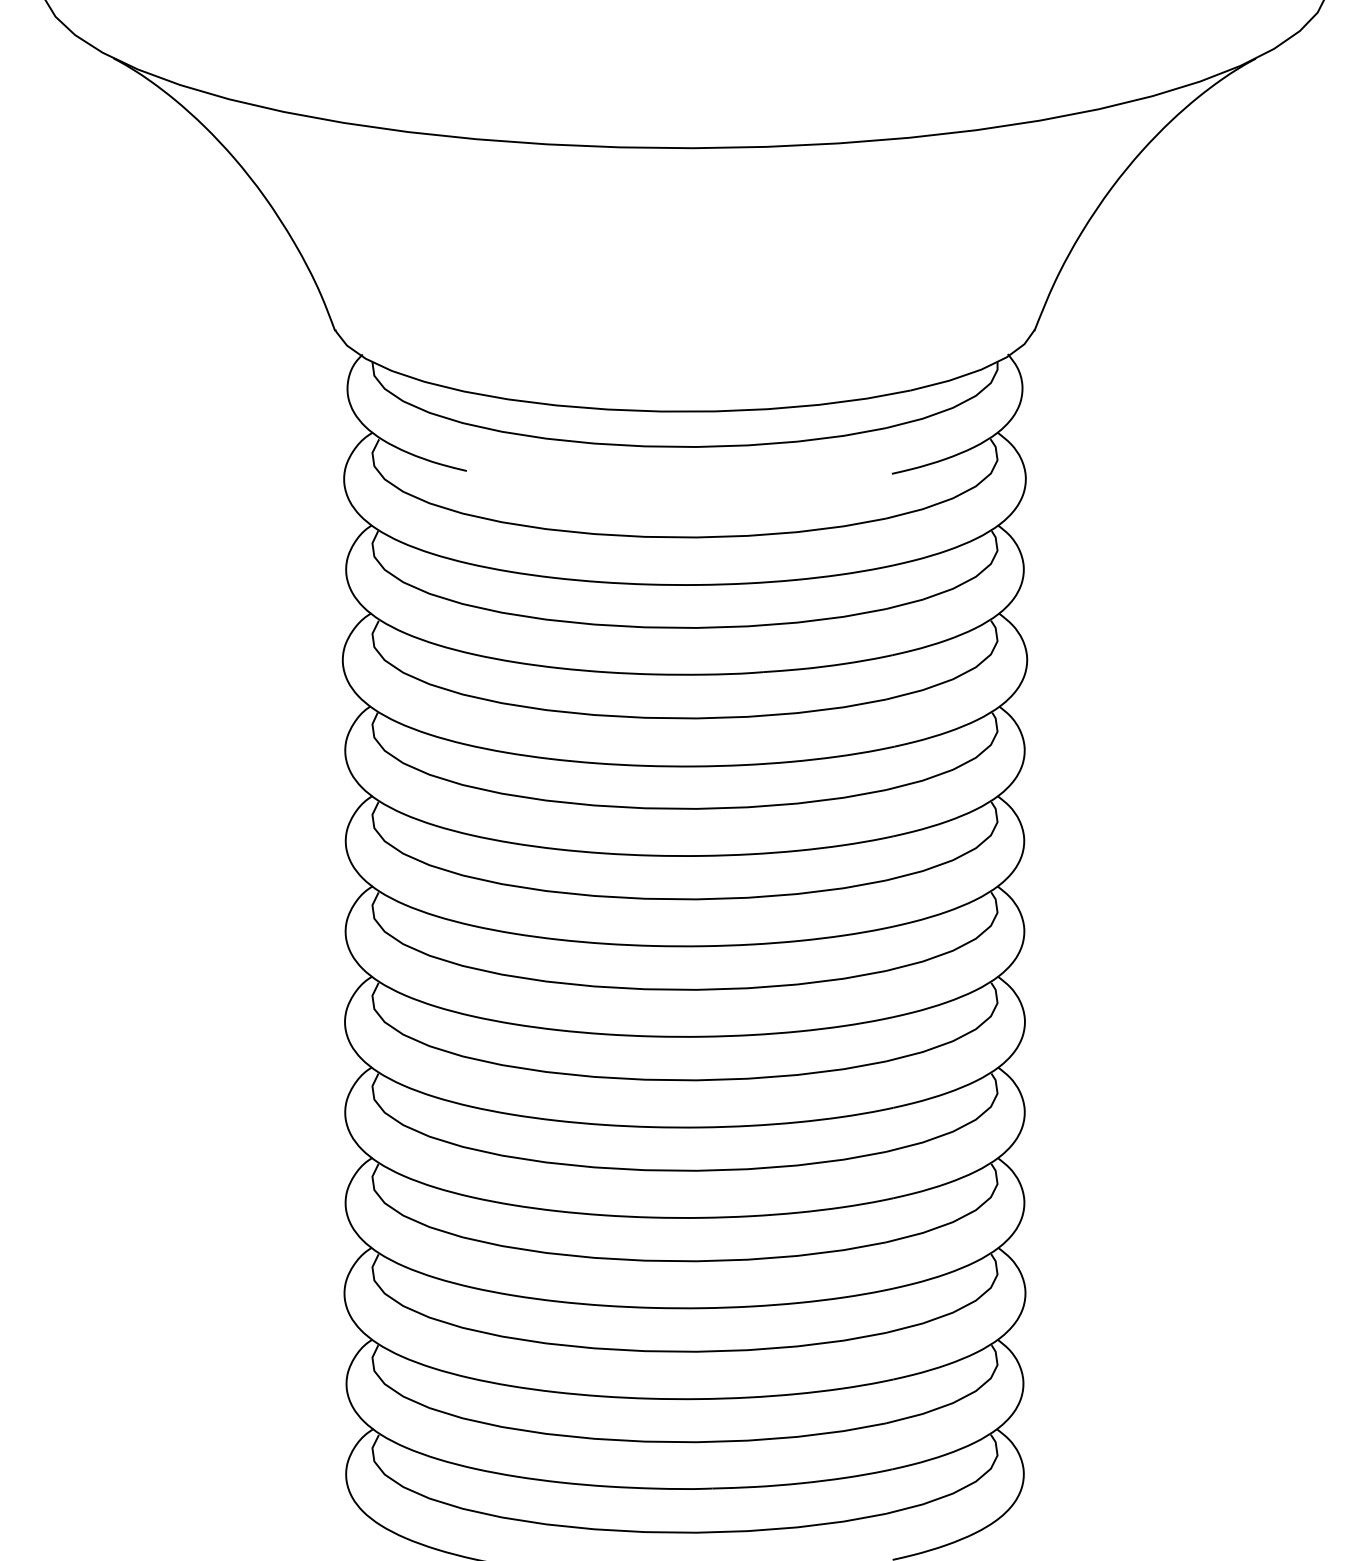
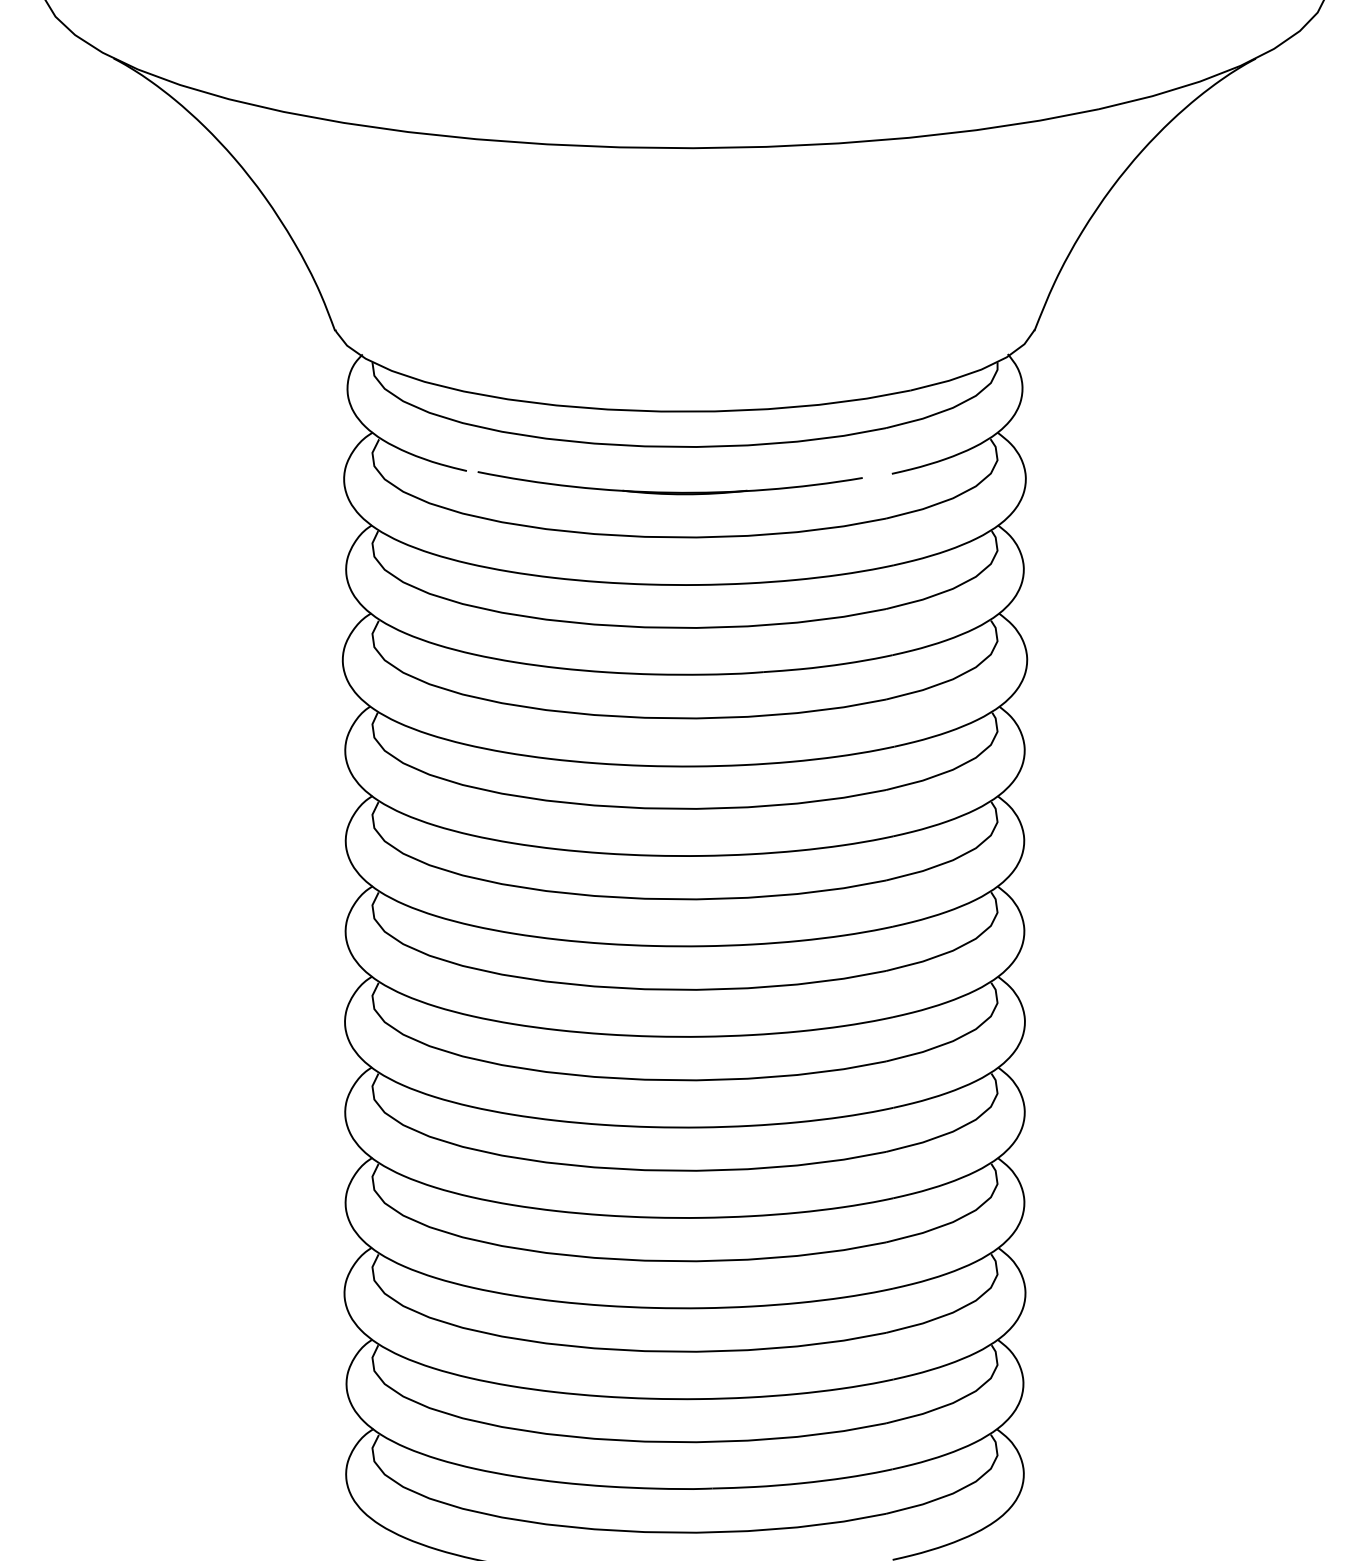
part at (669, 491): none -> present
